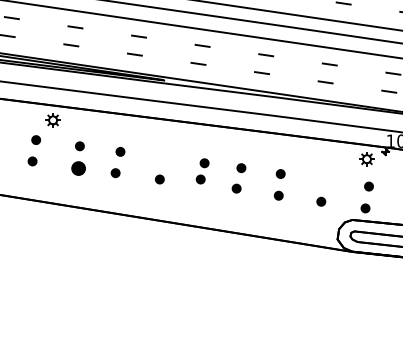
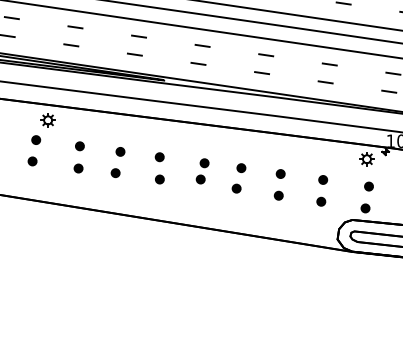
part at (52, 120) position: (52, 120) -> (47, 120)
part at (159, 157): none -> present
part at (78, 168) size: 15x15 px -> 11x11 px
part at (323, 179): none -> present
